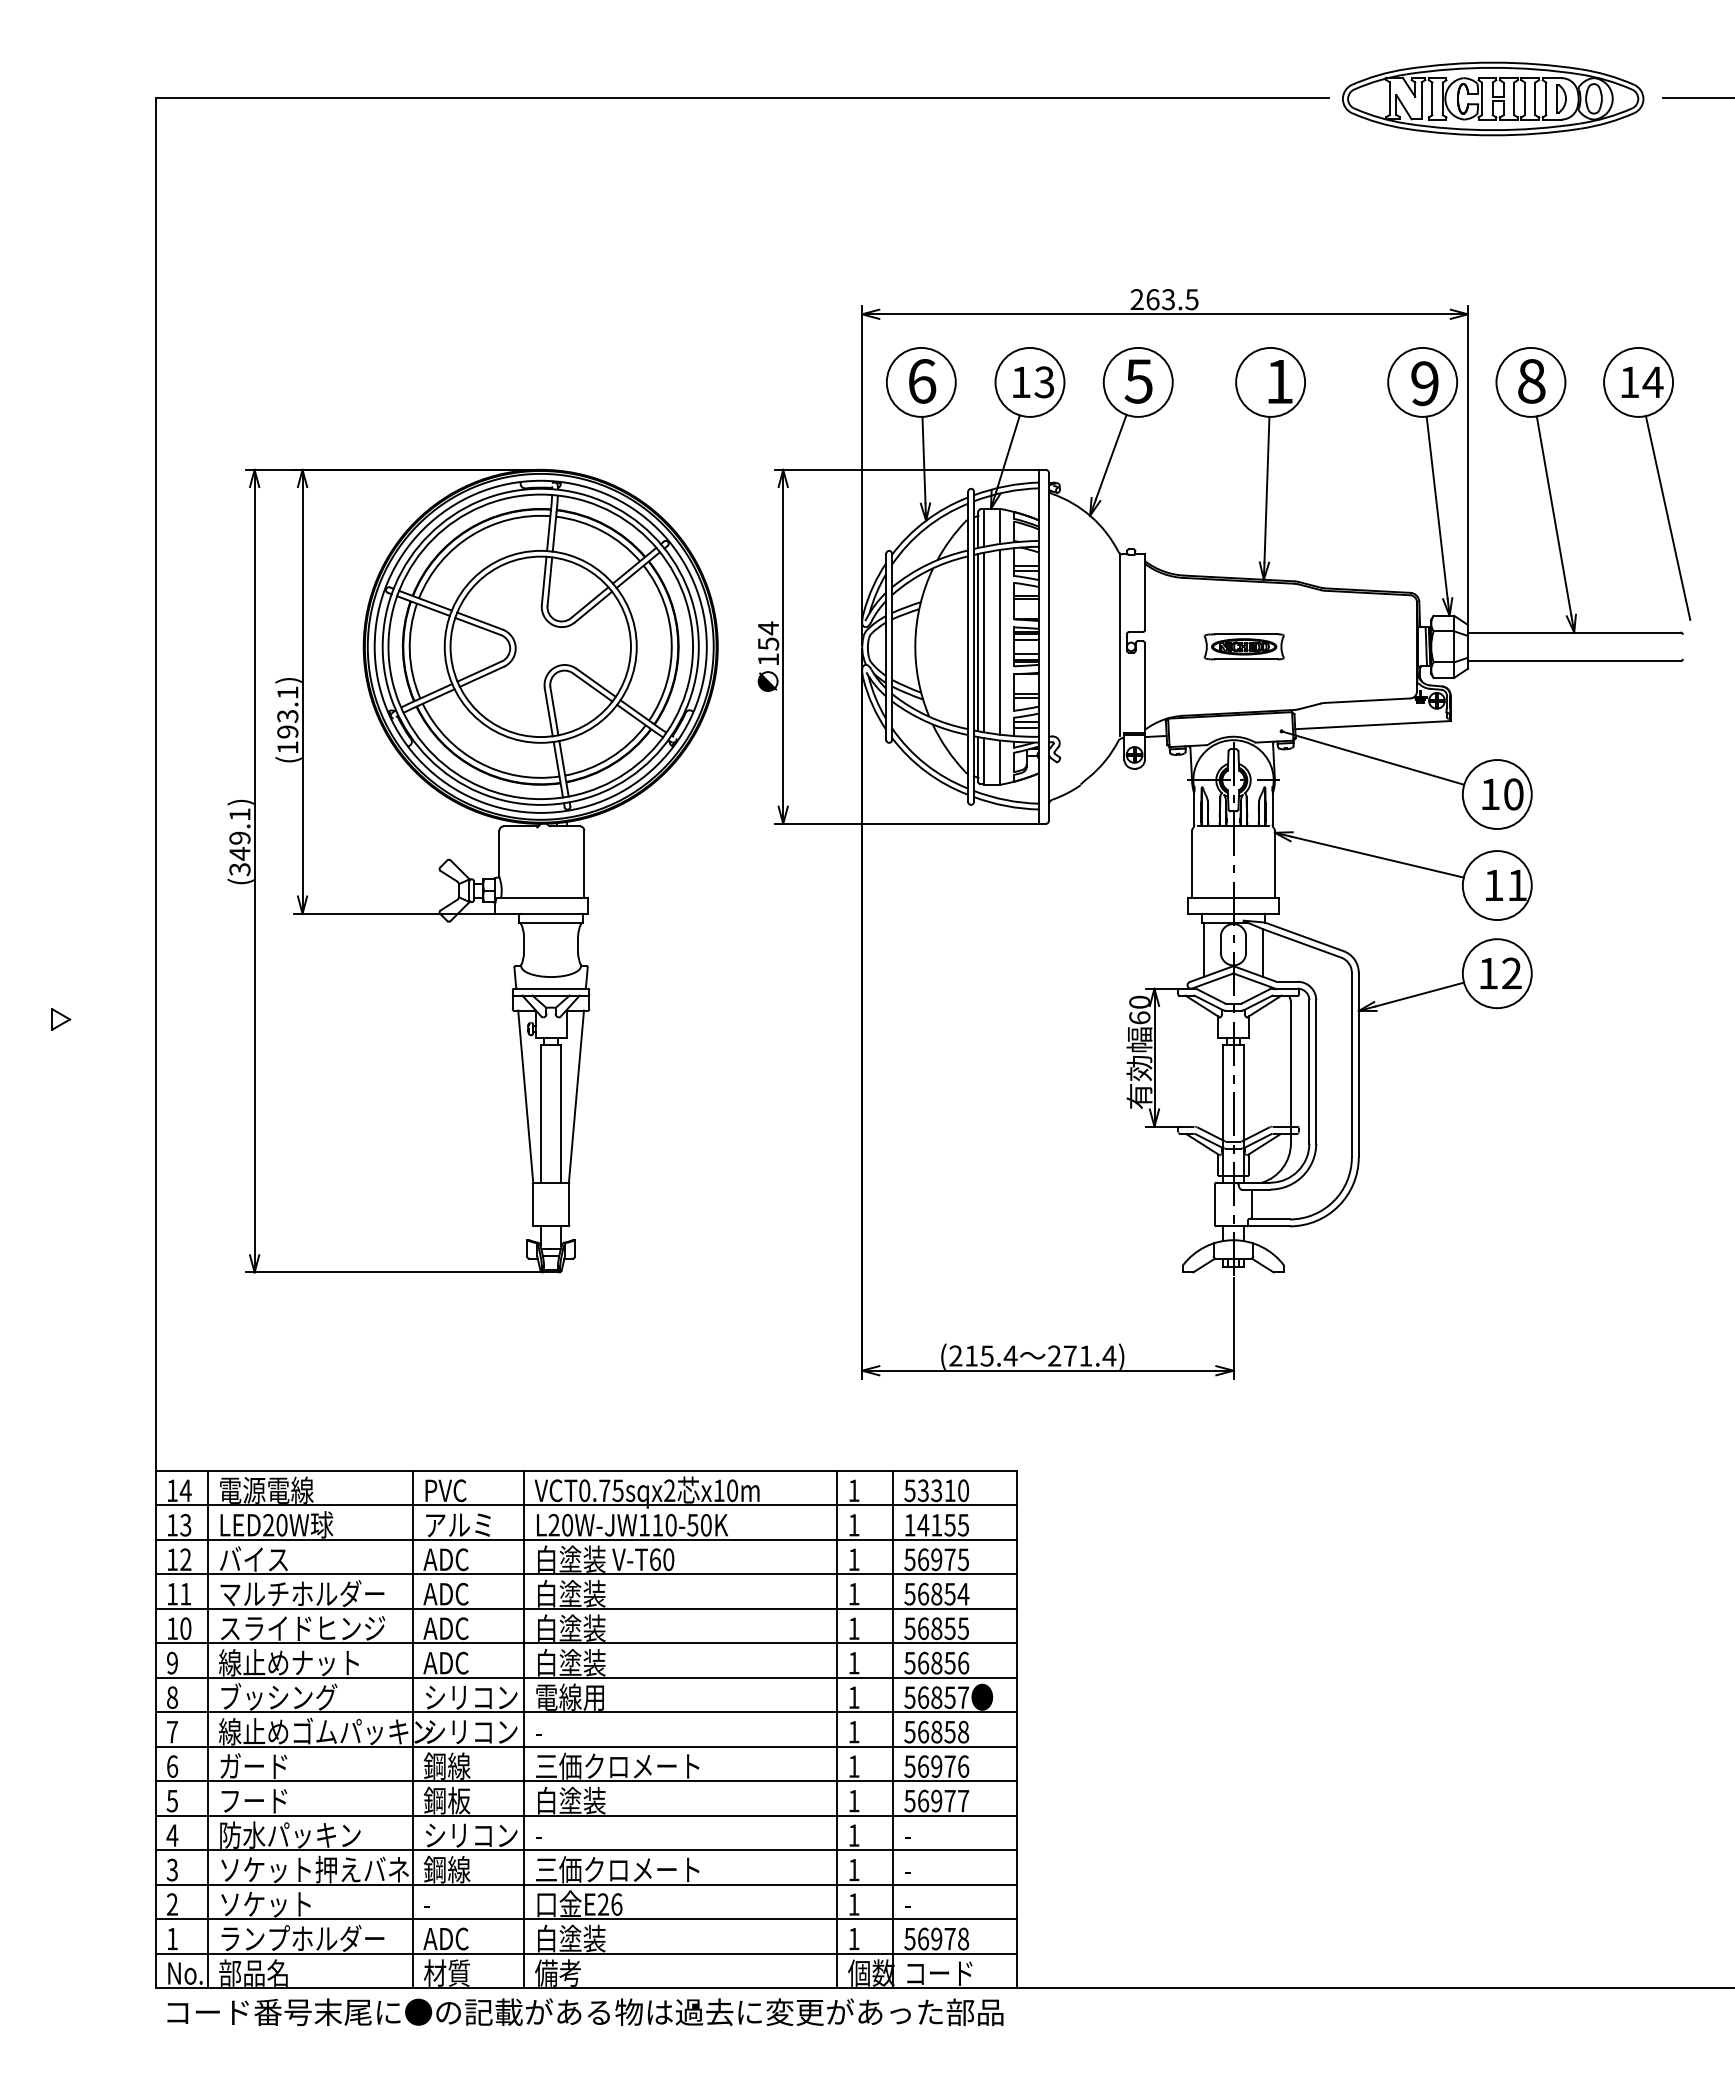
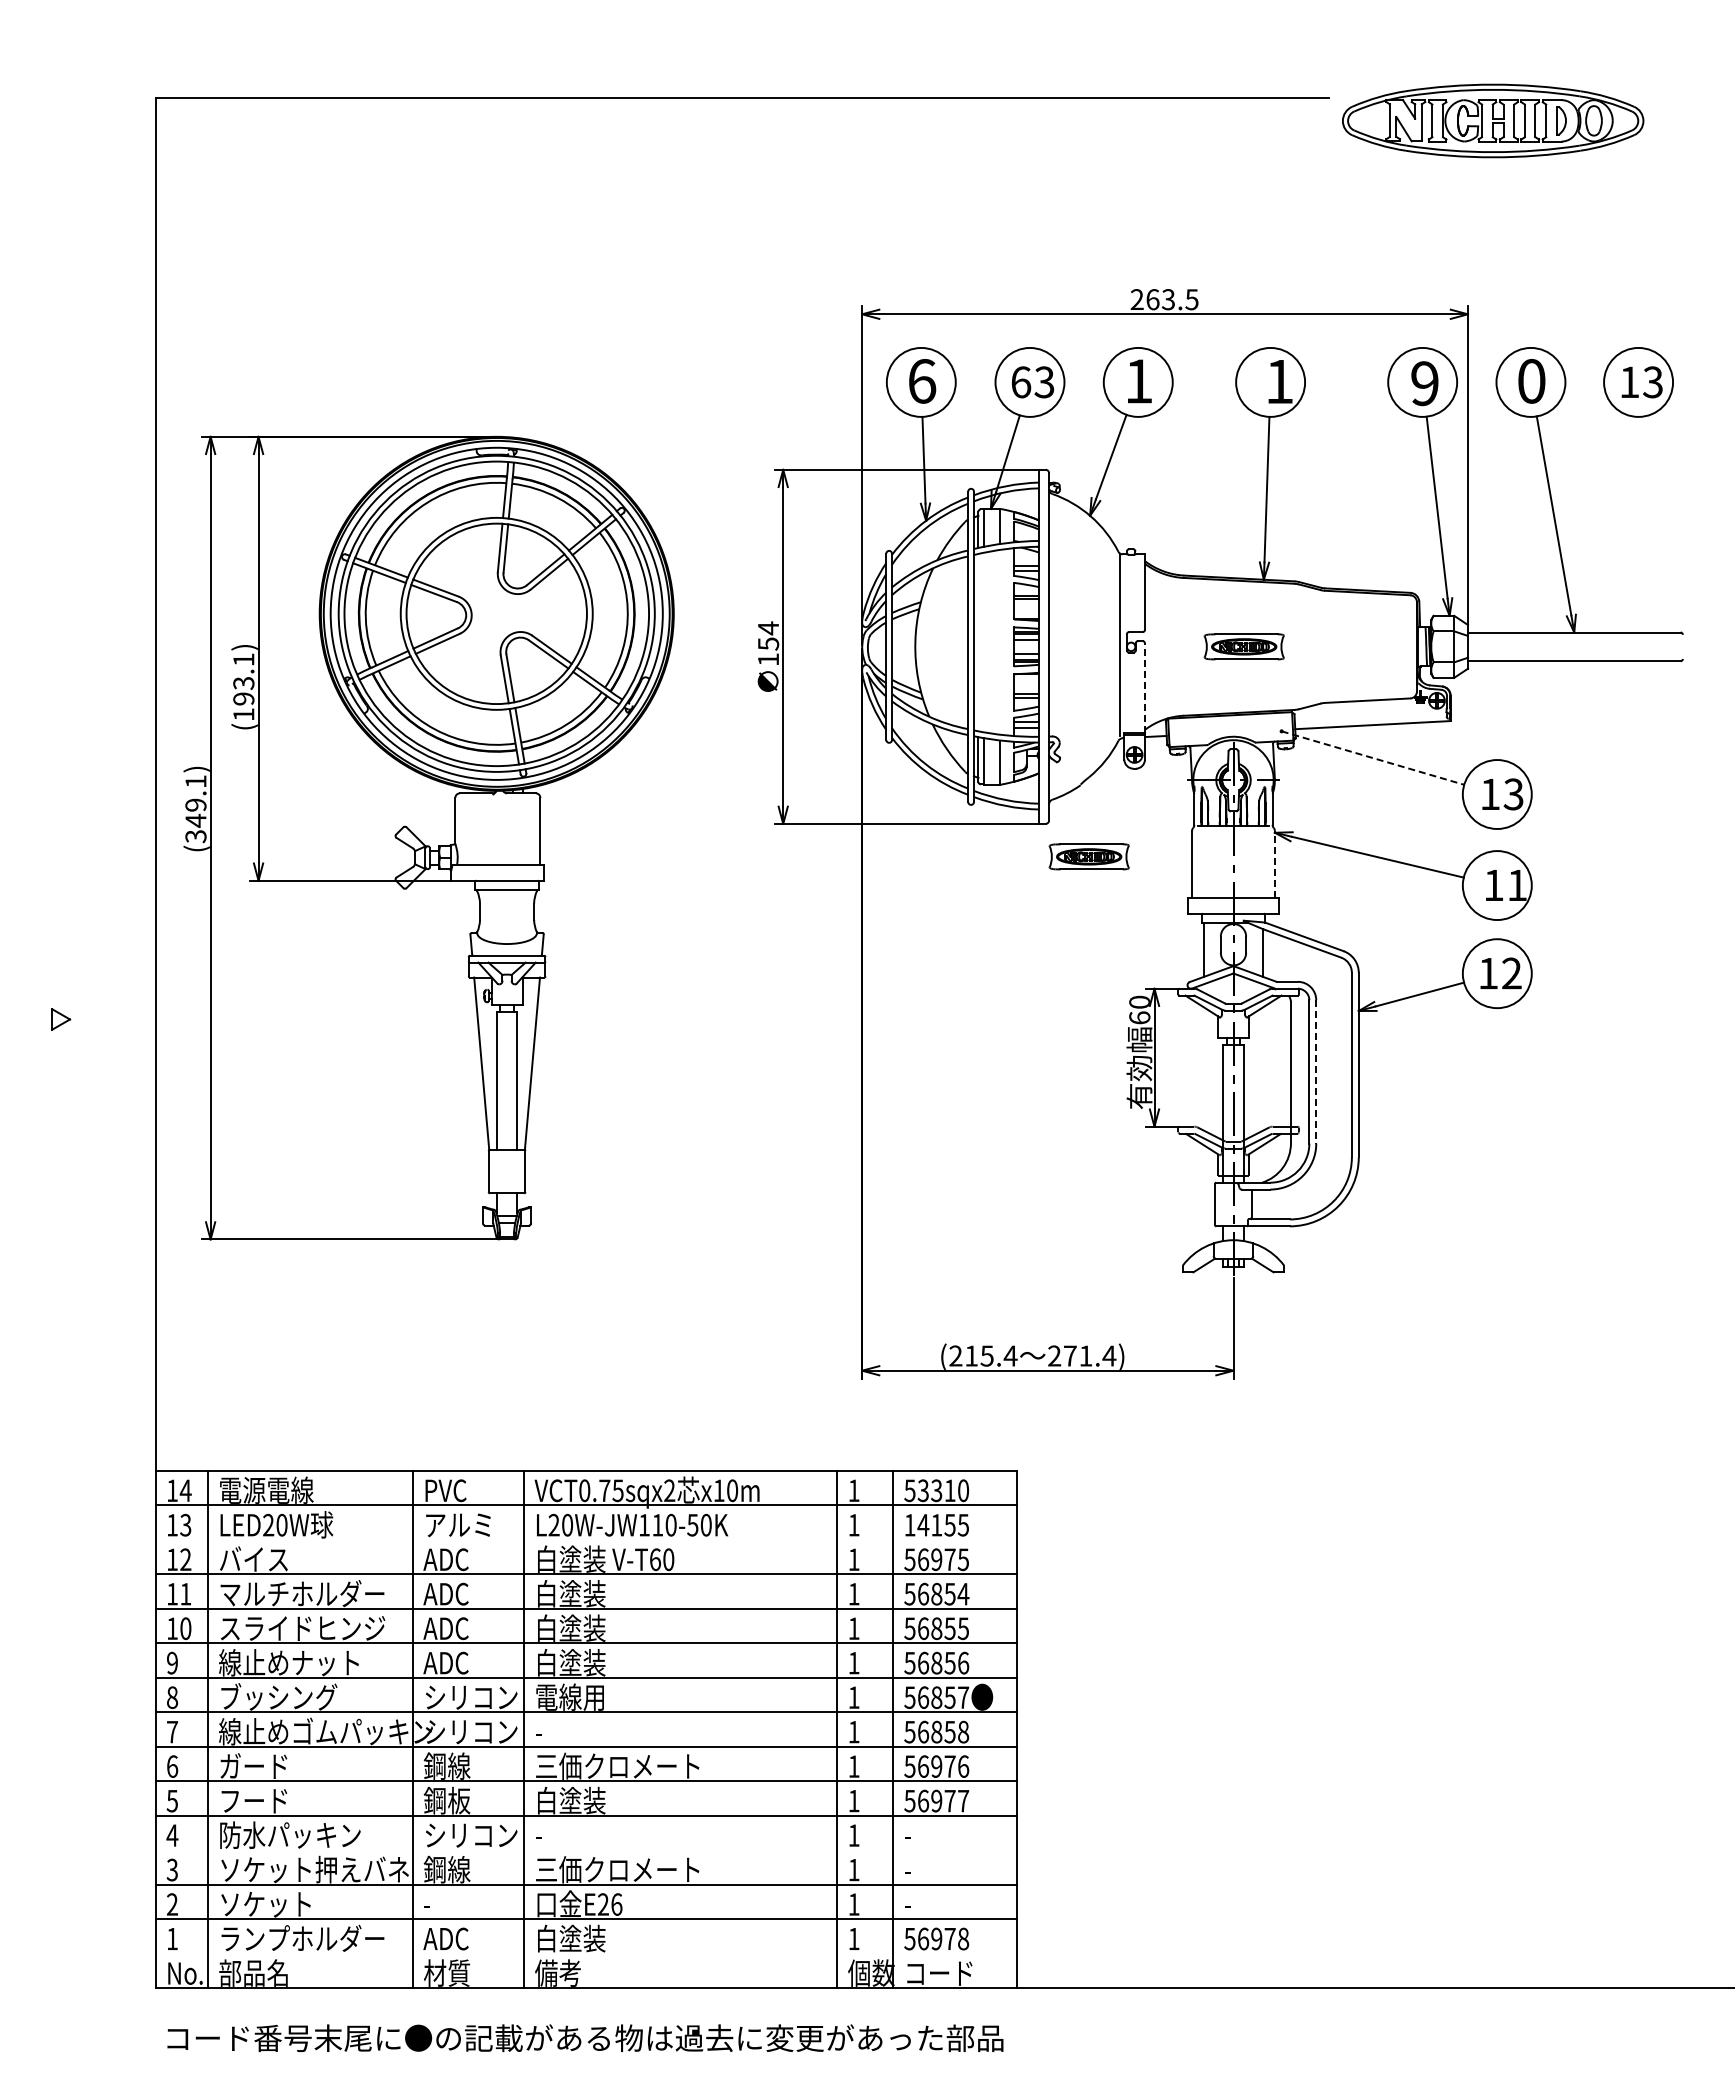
part at (1493, 98) position: (1493, 98) -> (1493, 120)
line at (1697, 98): present -> none
text at (1138, 381): 5 -> 1
text at (1531, 381): 8 -> 0
text at (1021, 382): 13 -> 63
text at (1652, 382): 14 -> 13
line at (1667, 517): present -> none
line at (1000, 641): present -> none
line at (978, 642): present -> none
line at (984, 642): present -> none
line at (1144, 688): solid -> dashed
line at (1373, 758): solid -> dashed
text at (1513, 794): 10 -> 13
part at (1088, 856): none -> present
line at (1274, 863): solid -> dashed
part at (472, 870) position: (472, 870) -> (428, 837)
line at (1316, 1071): solid -> dashed
line at (586, 1539): present -> none
line at (586, 1850): present -> none
line at (586, 1953): present -> none
text at (585, 2012) position: (585, 2012) -> (585, 2038)
